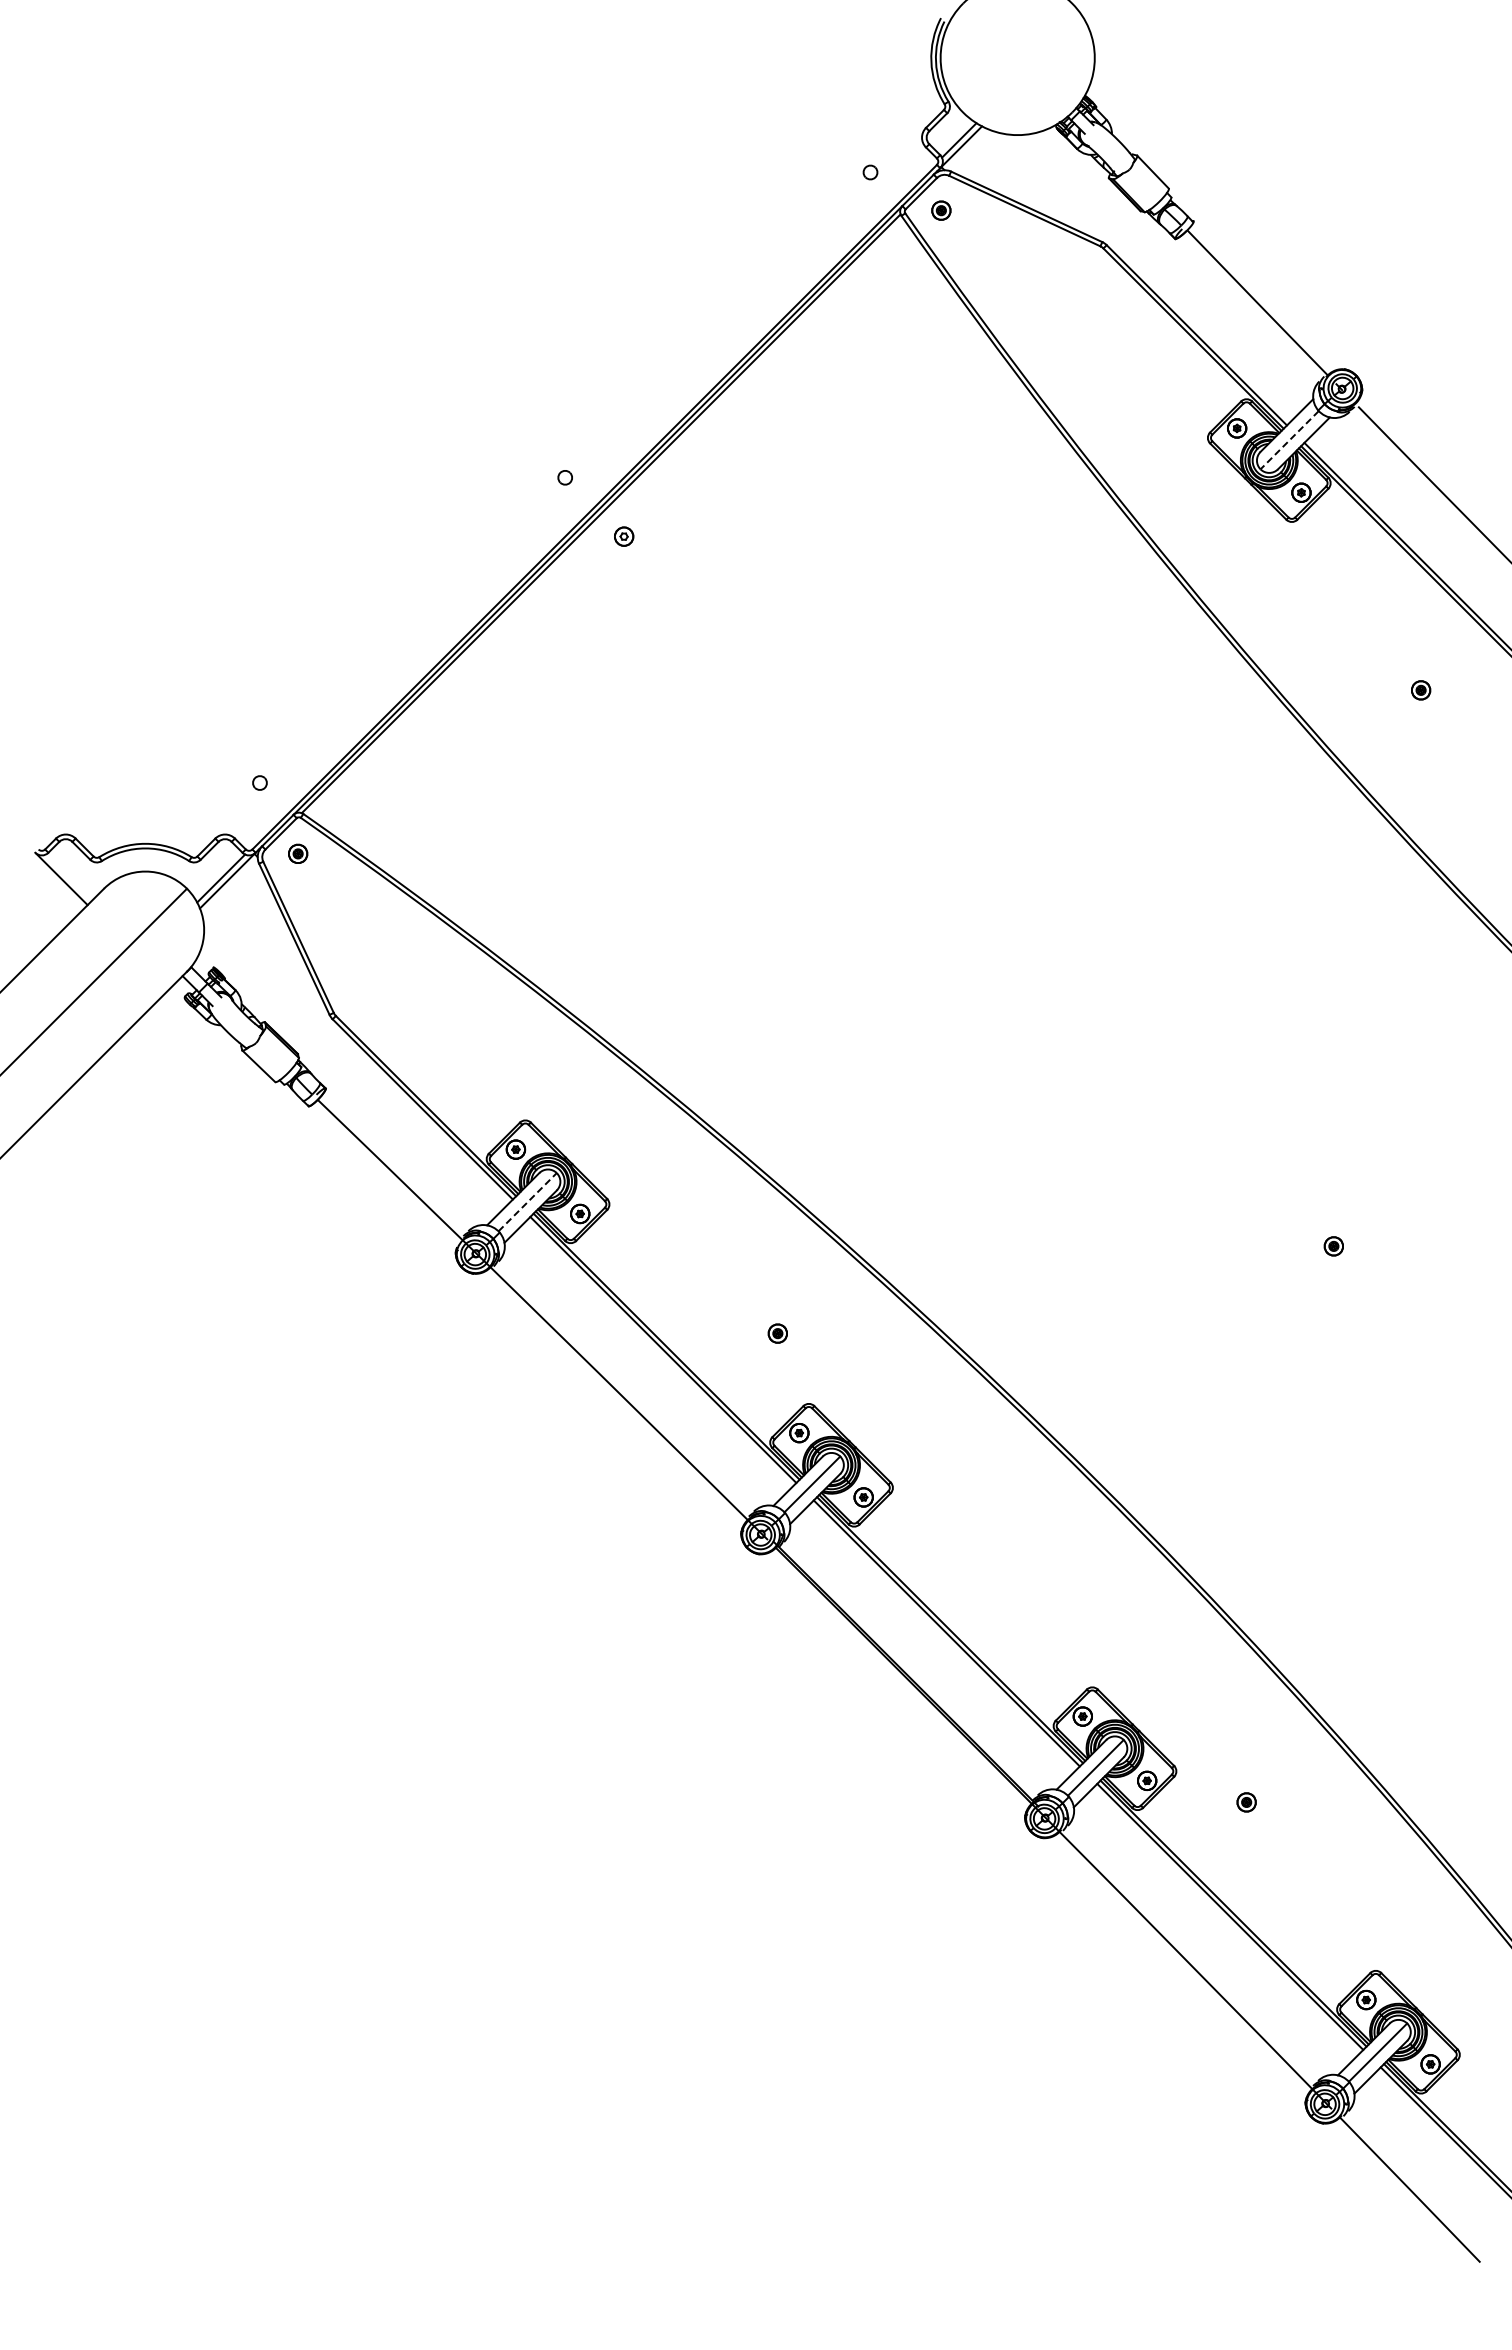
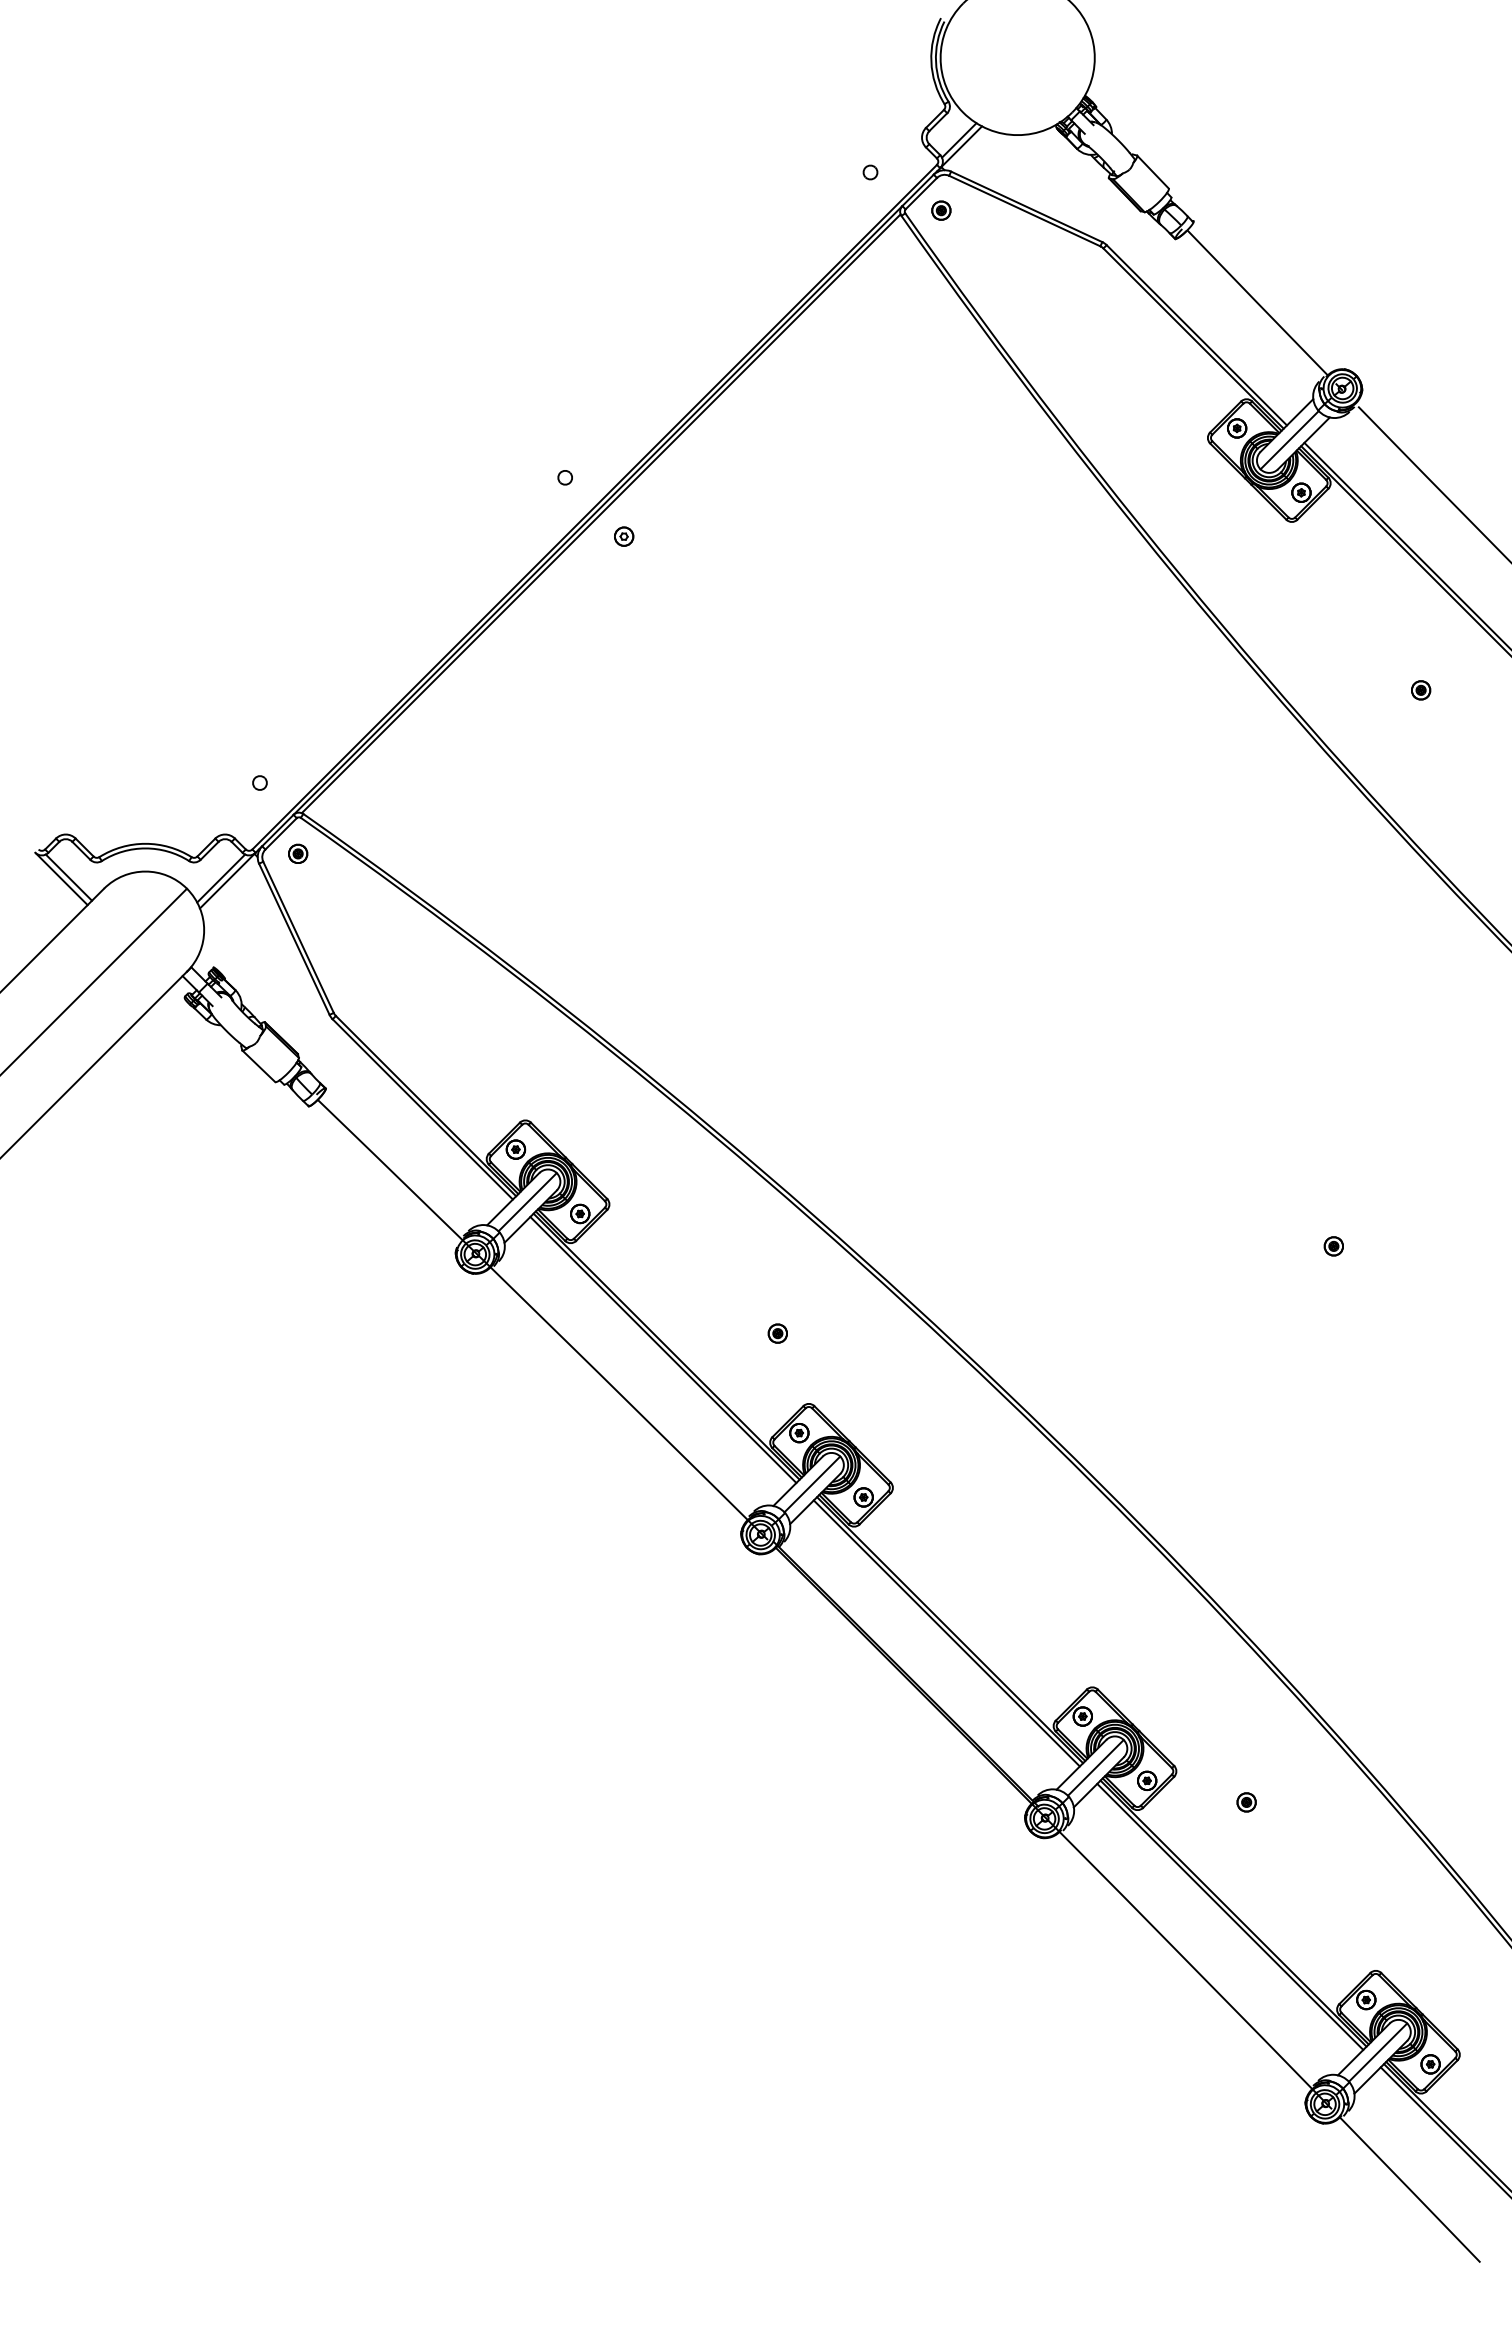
line at (1289, 440): dashed -> solid
line at (68, 877): none -> present
line at (528, 1201): dashed -> solid
